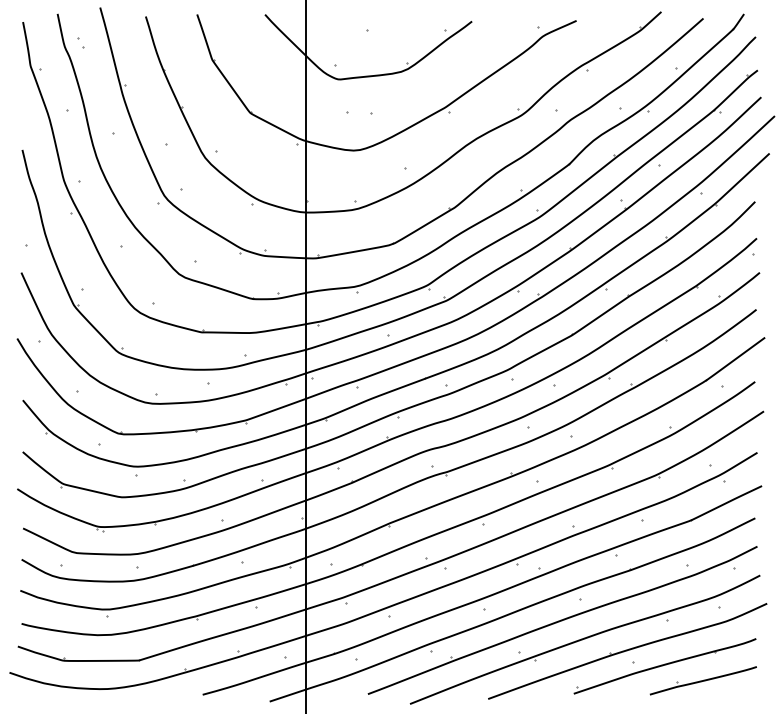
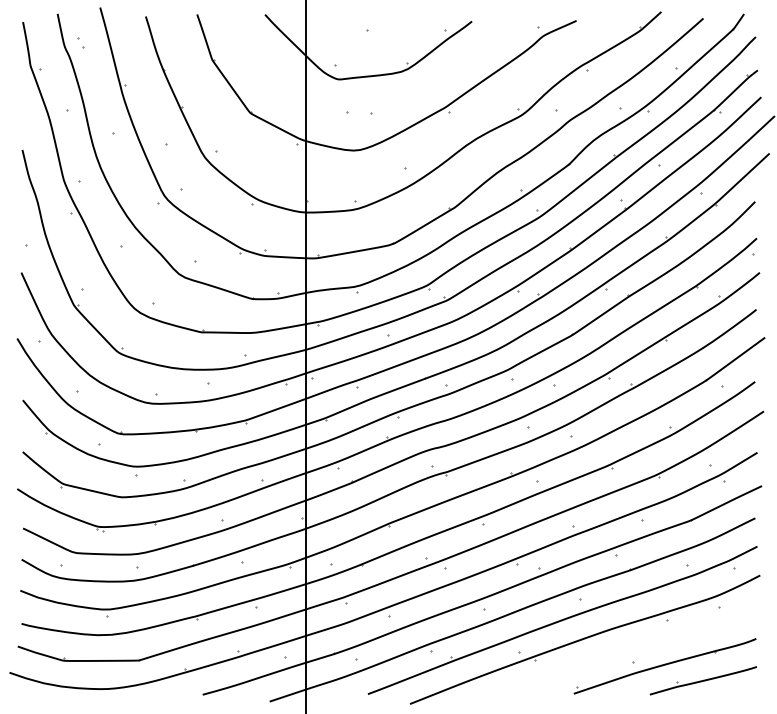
part at (627, 651): present -> none
